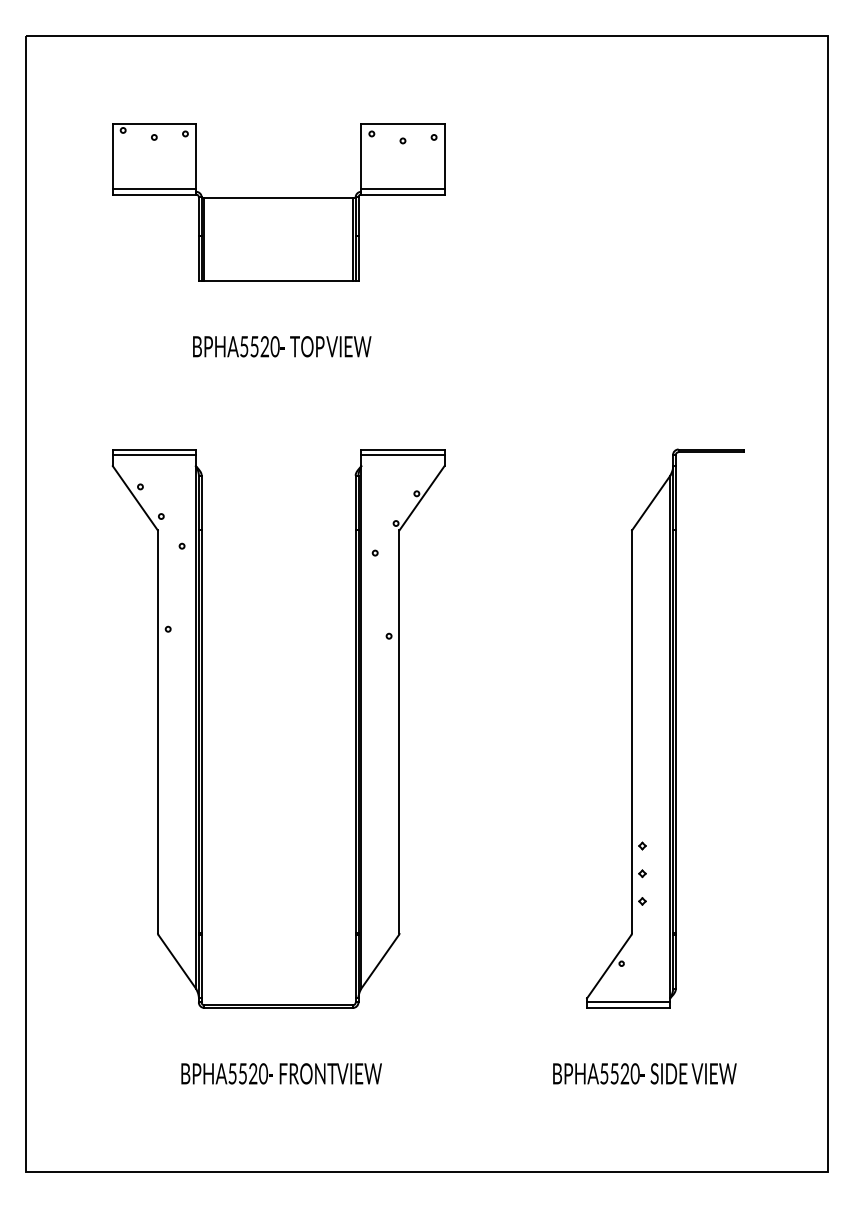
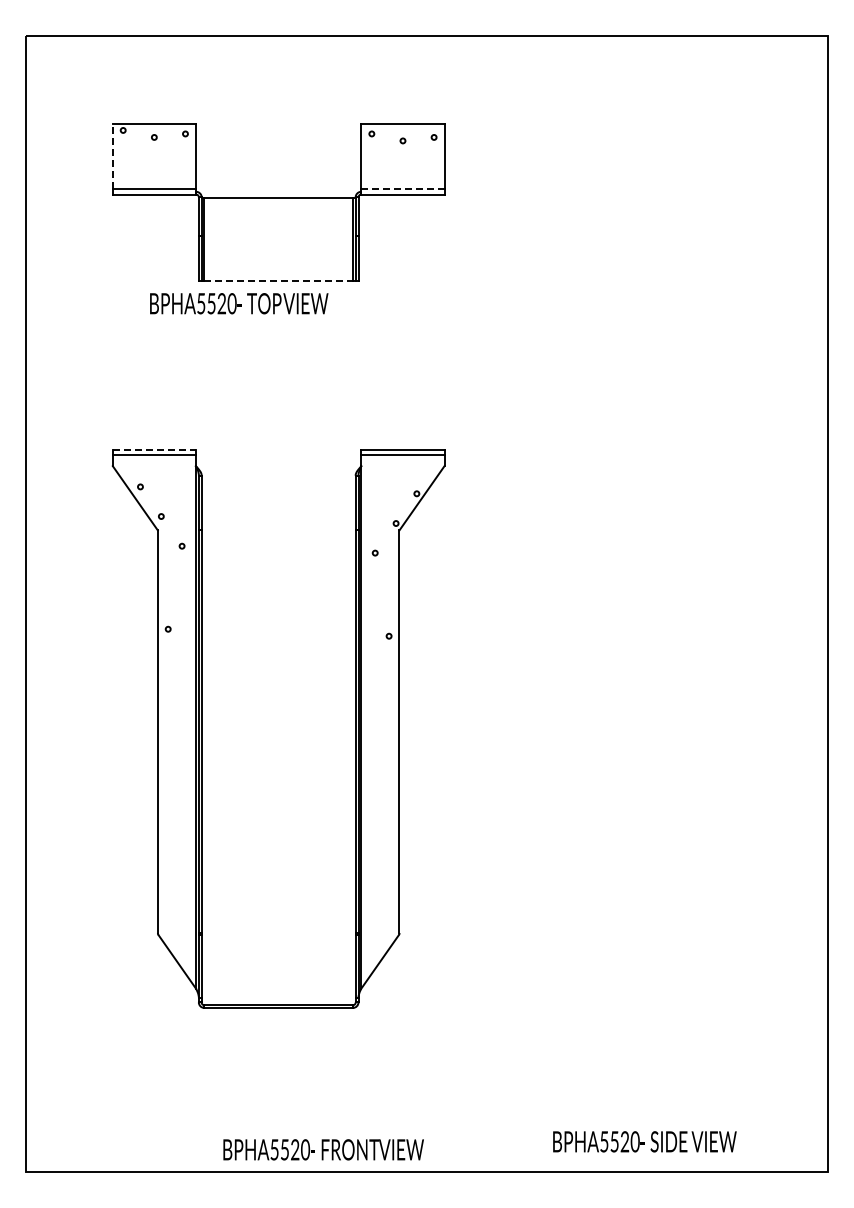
line at (112, 156): solid -> dashed
line at (402, 189): solid -> dashed
line at (279, 280): solid -> dashed
text at (282, 346) position: (282, 346) -> (239, 303)
line at (154, 449): solid -> dashed
part at (665, 728): present -> none
text at (281, 1073) position: (281, 1073) -> (323, 1149)
text at (644, 1073) position: (644, 1073) -> (644, 1141)
